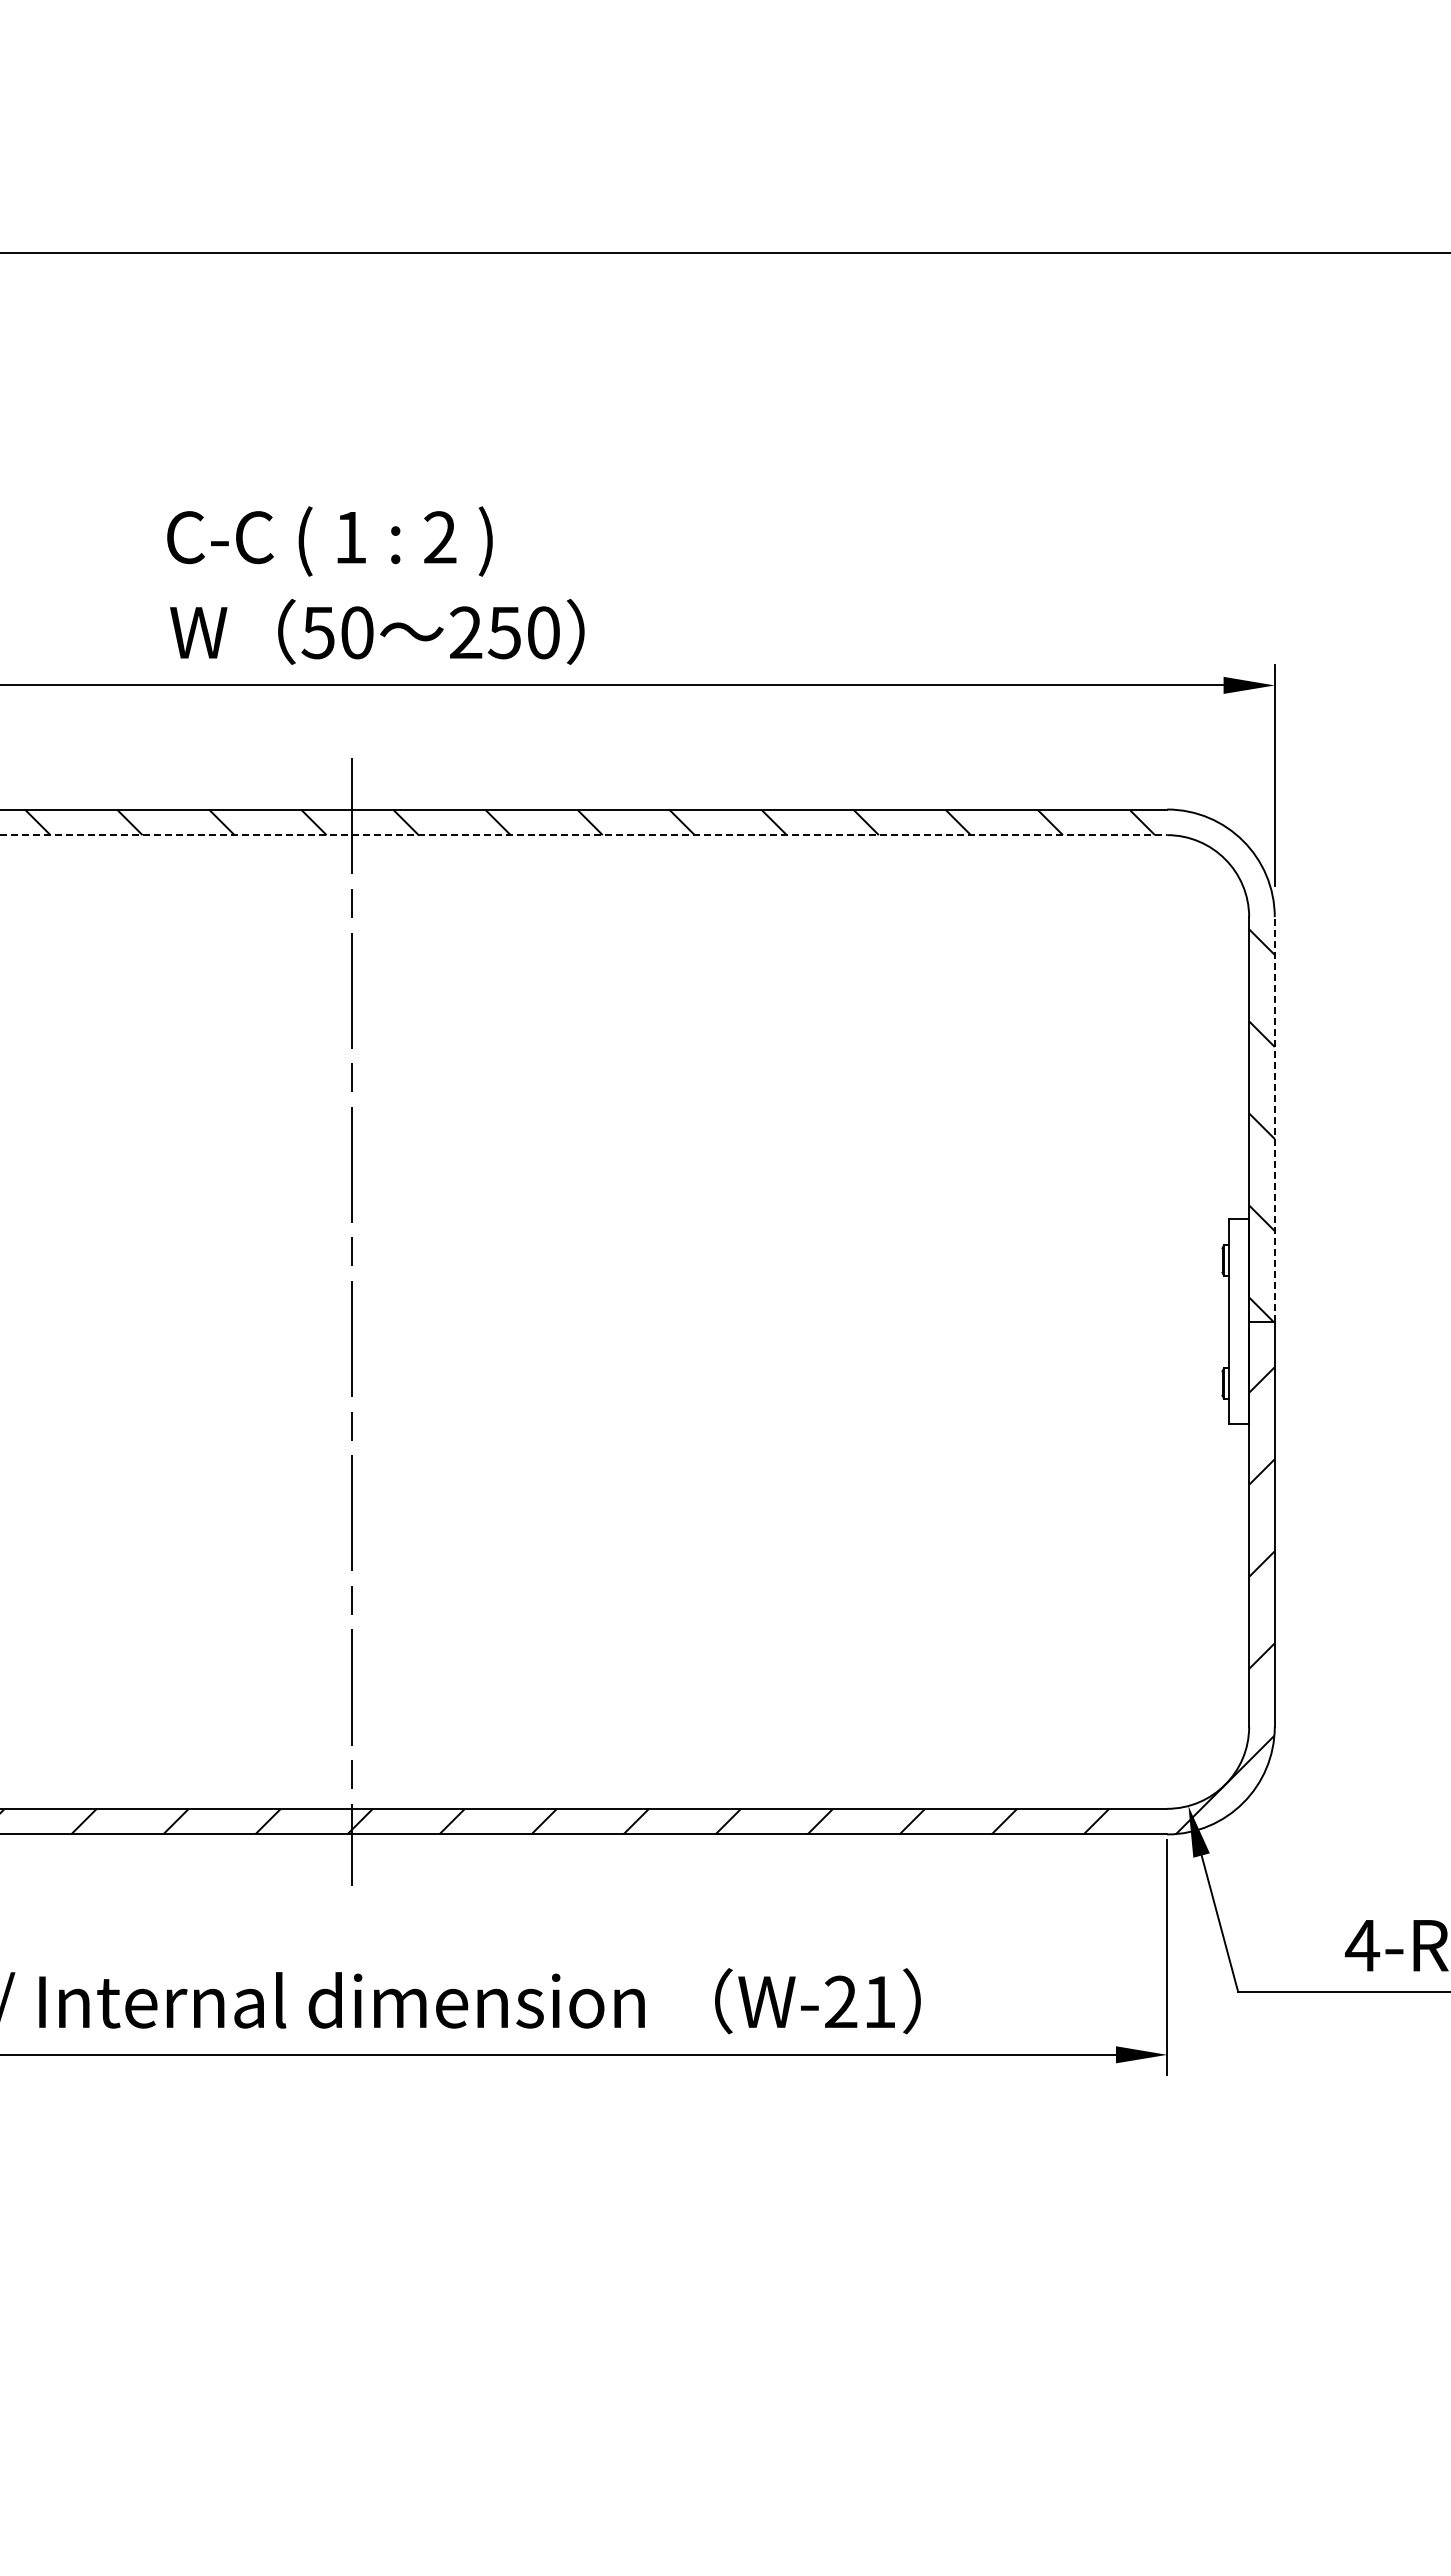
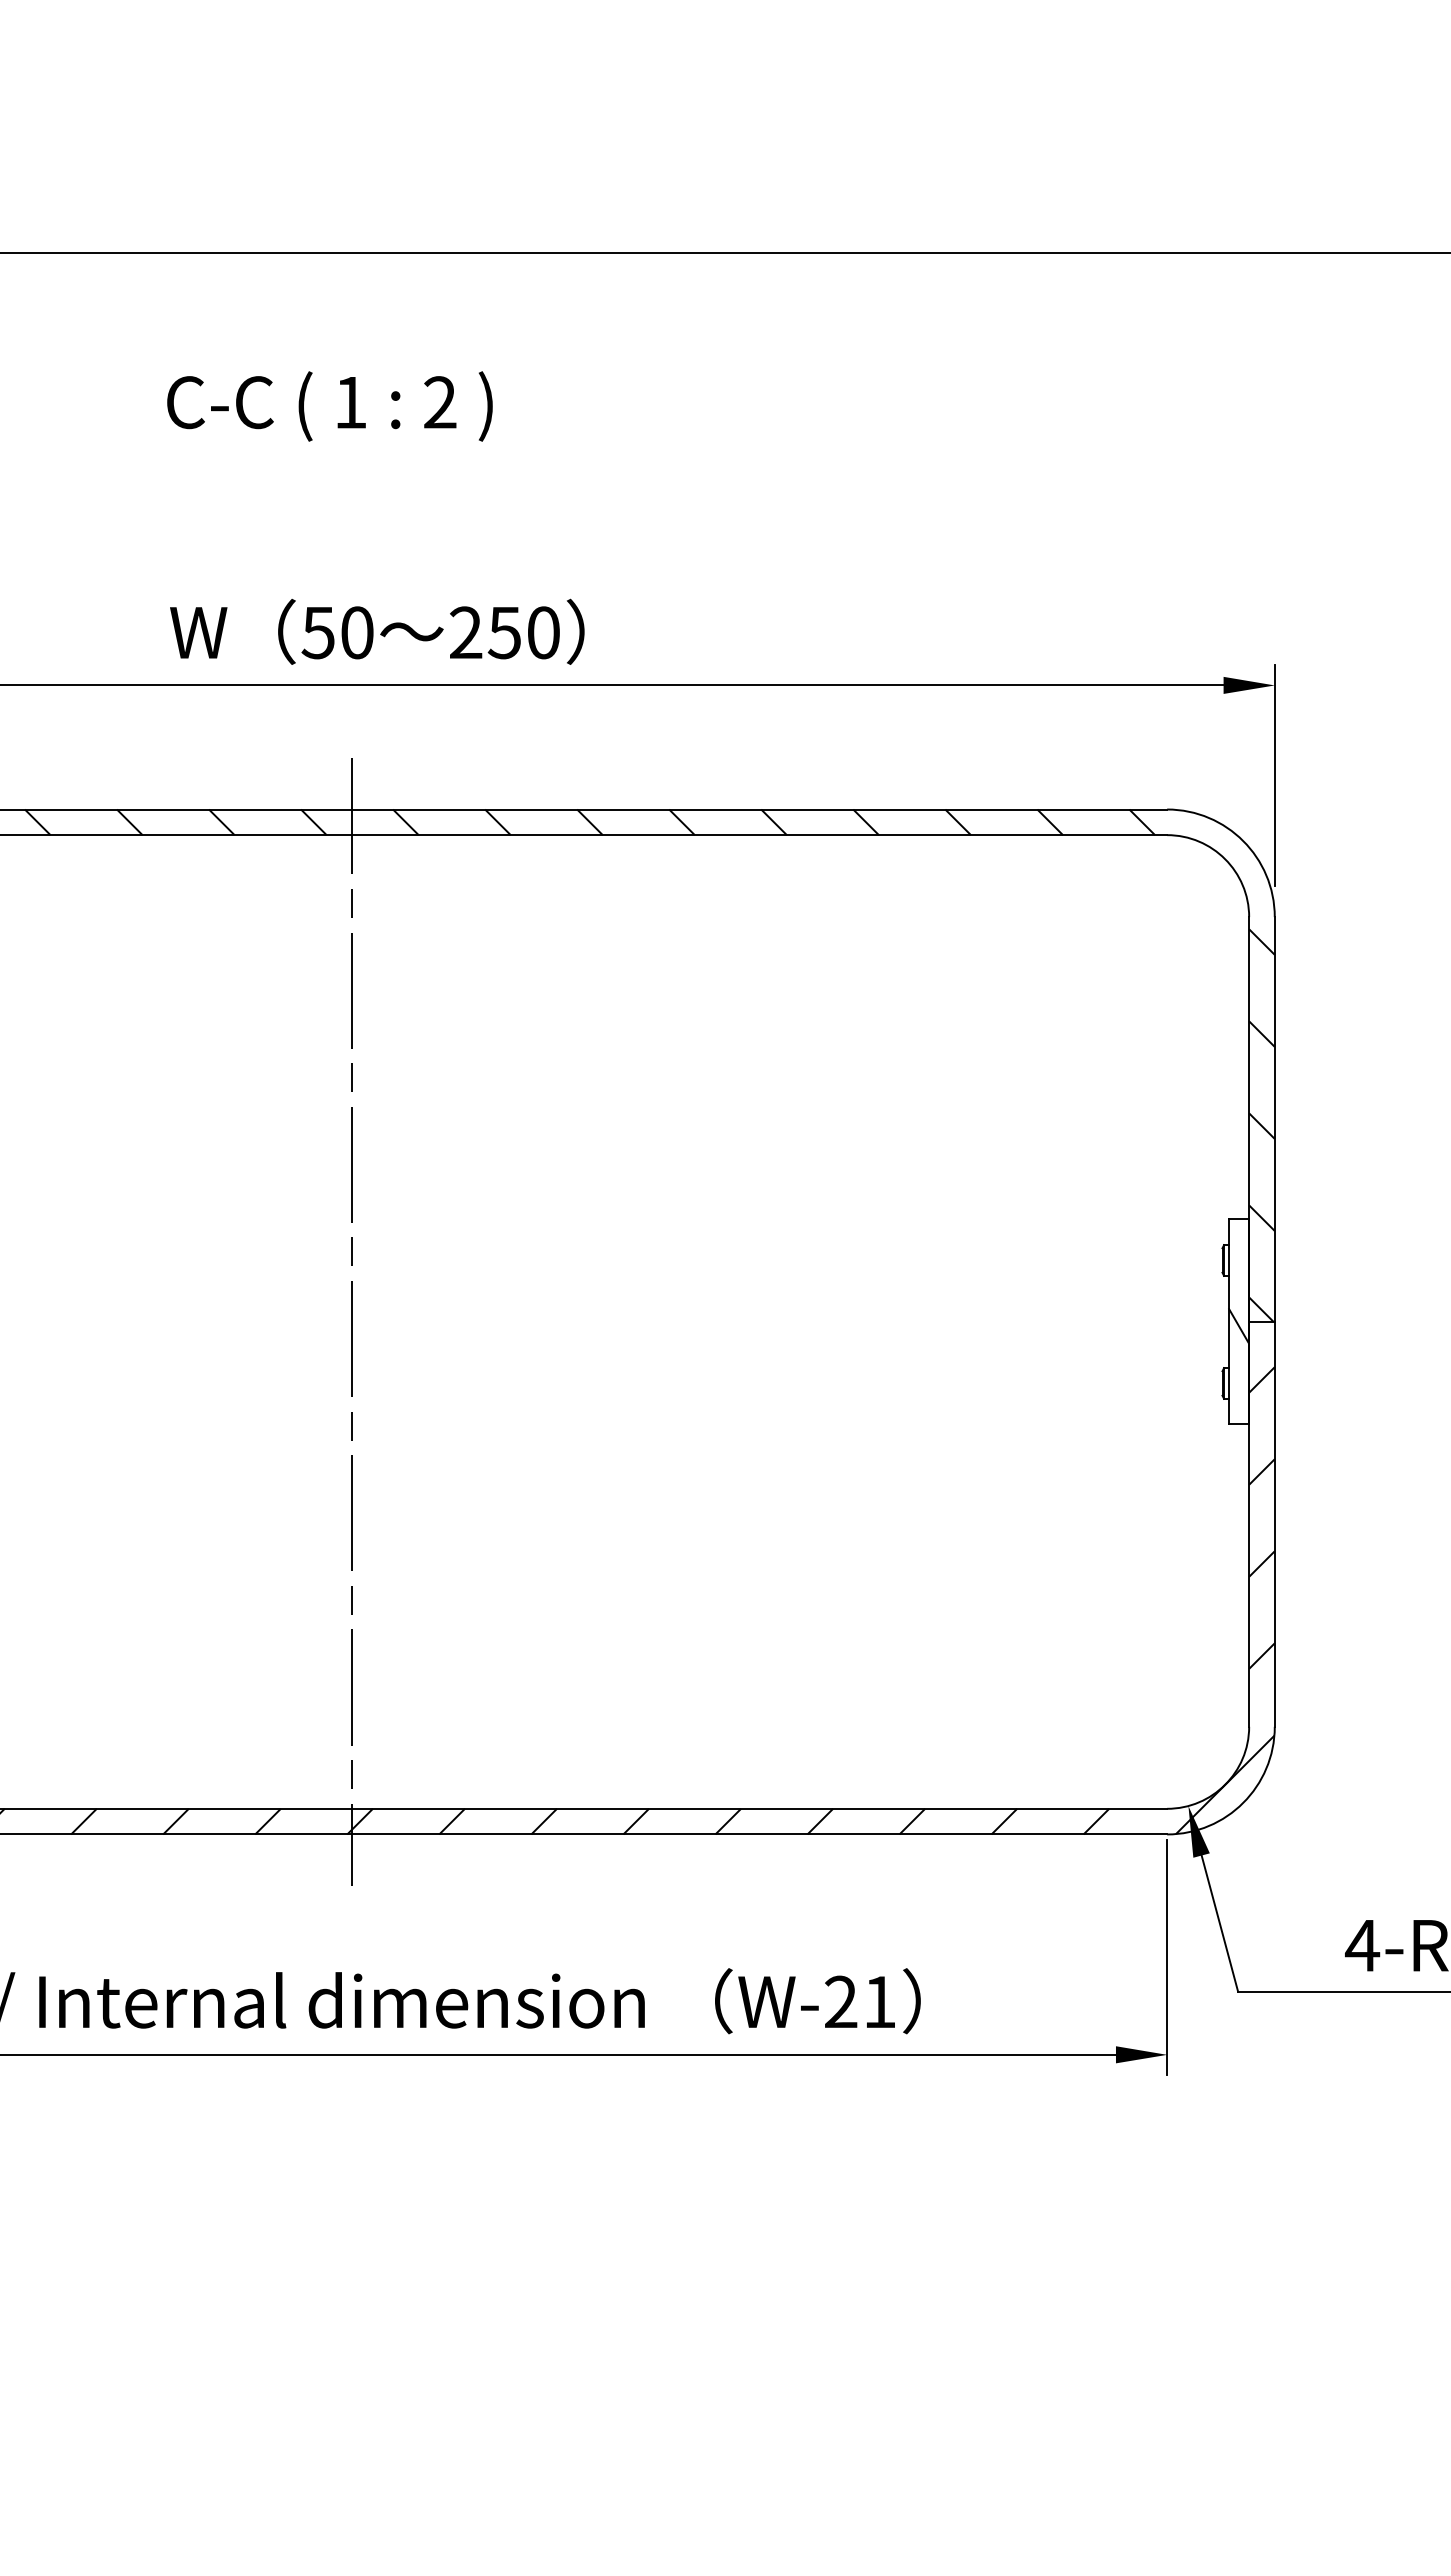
text at (329, 541) position: (329, 541) -> (329, 406)
line at (584, 835): dashed -> solid
line at (1274, 1119): dashed -> solid
hatch at (1238, 1325): none -> present
